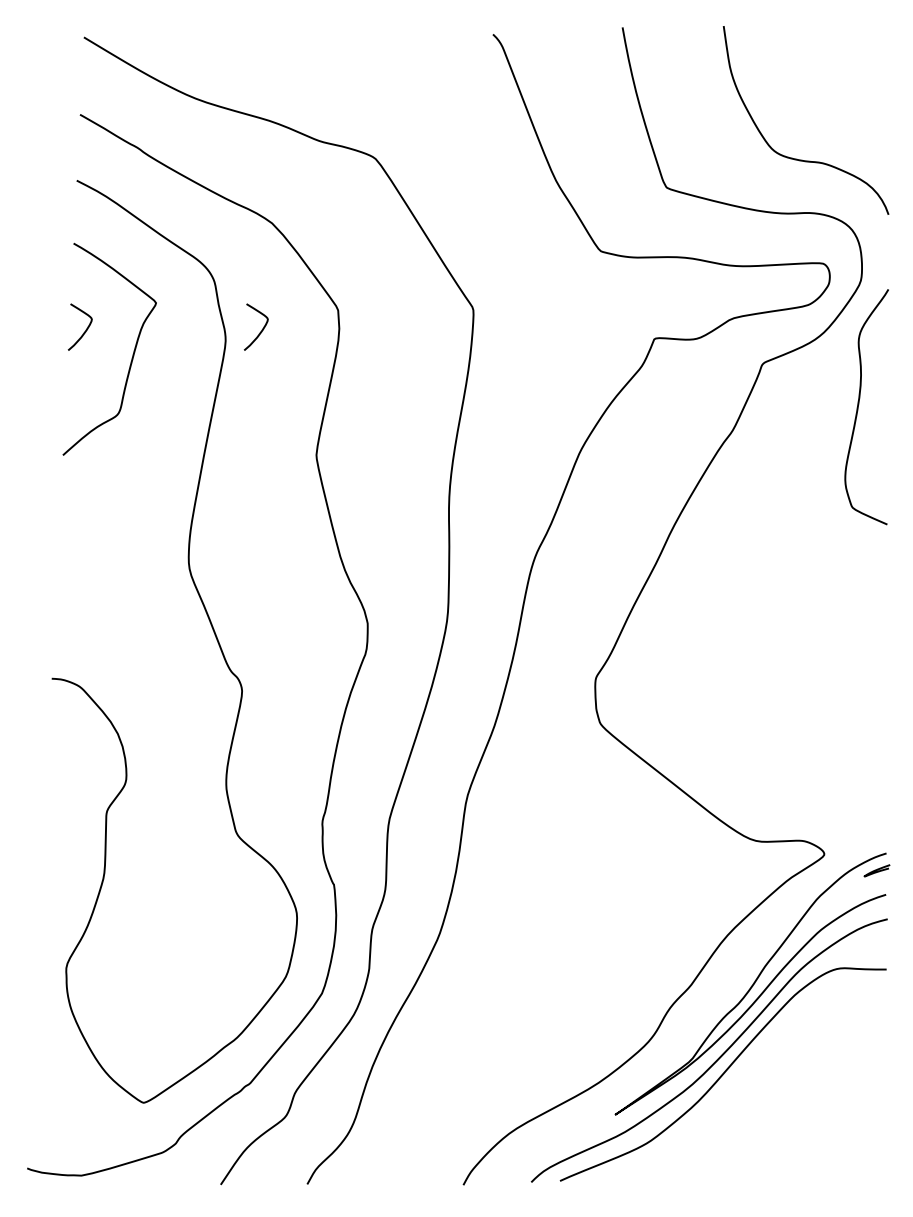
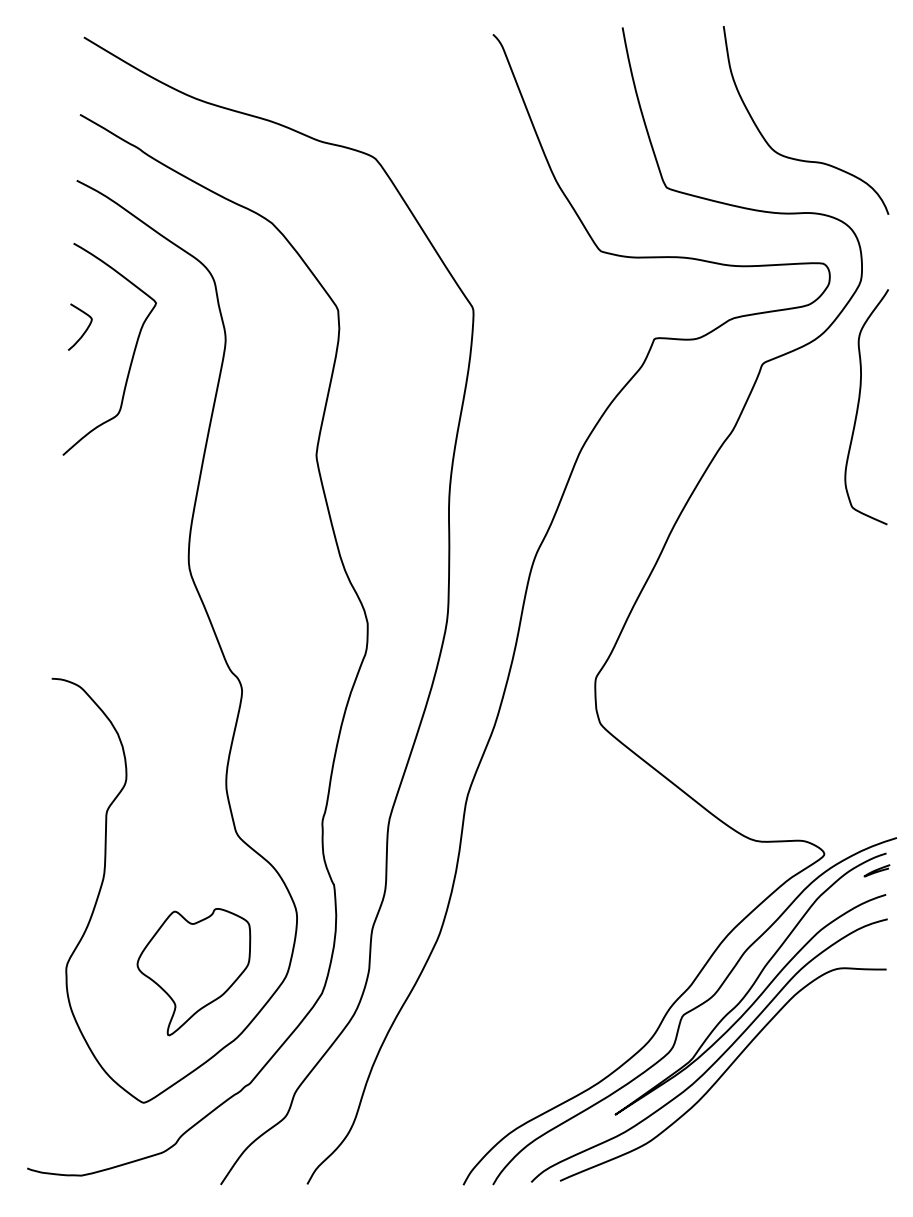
curve at (261, 329): present -> none
part at (193, 972): none -> present
curve at (693, 1010): none -> present
